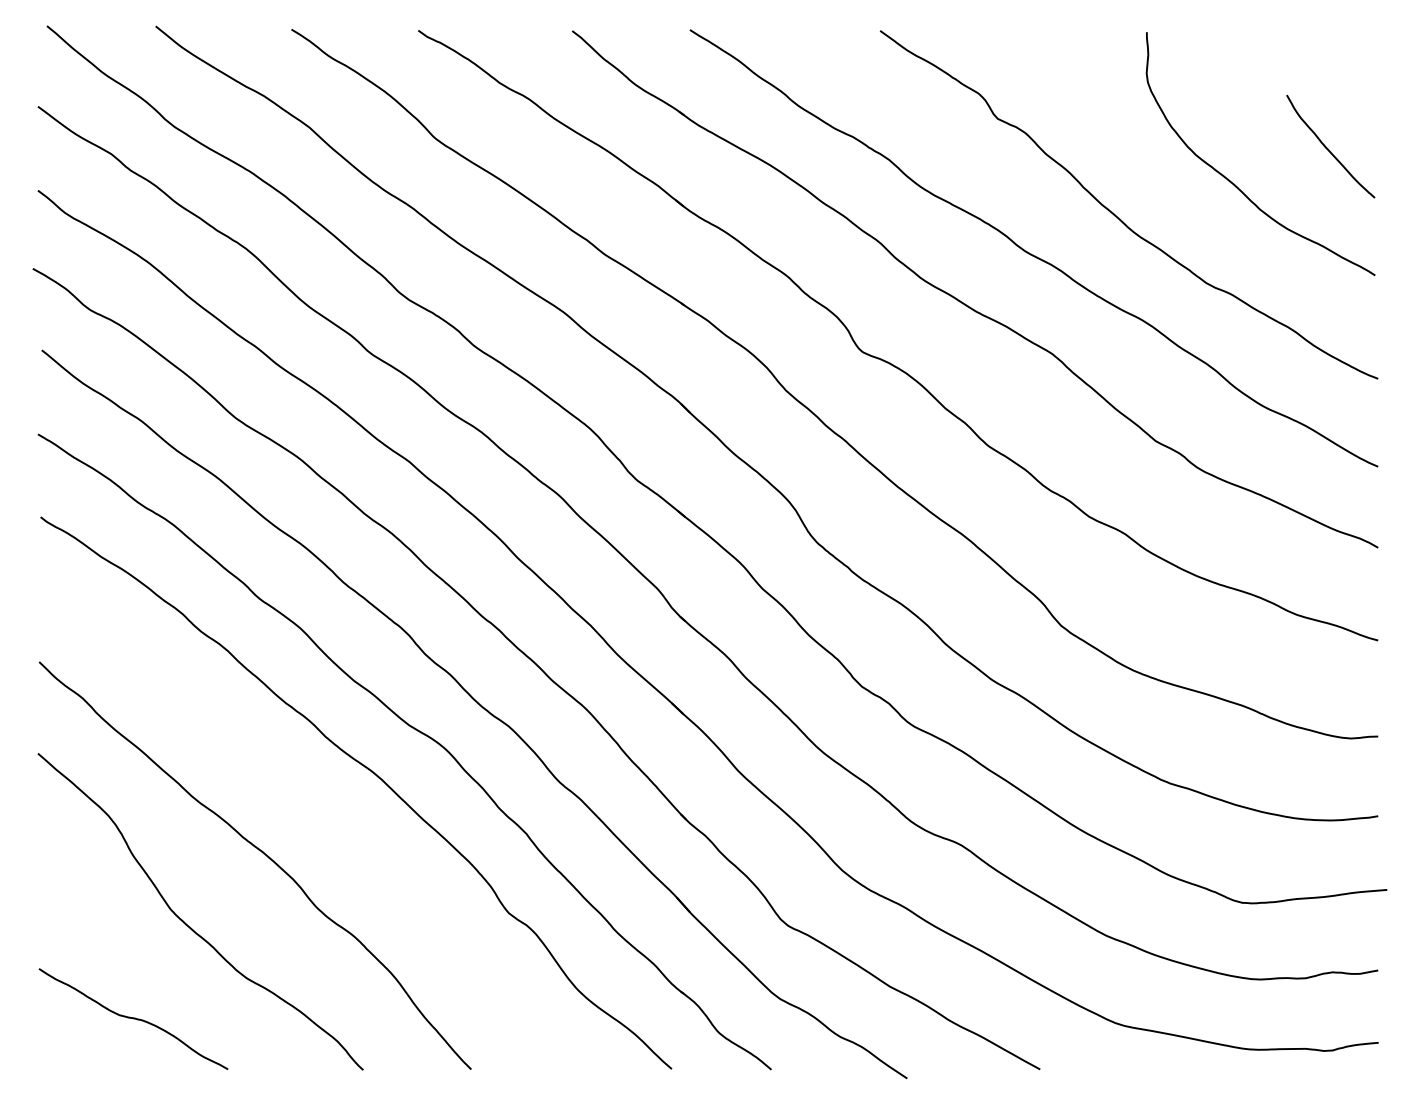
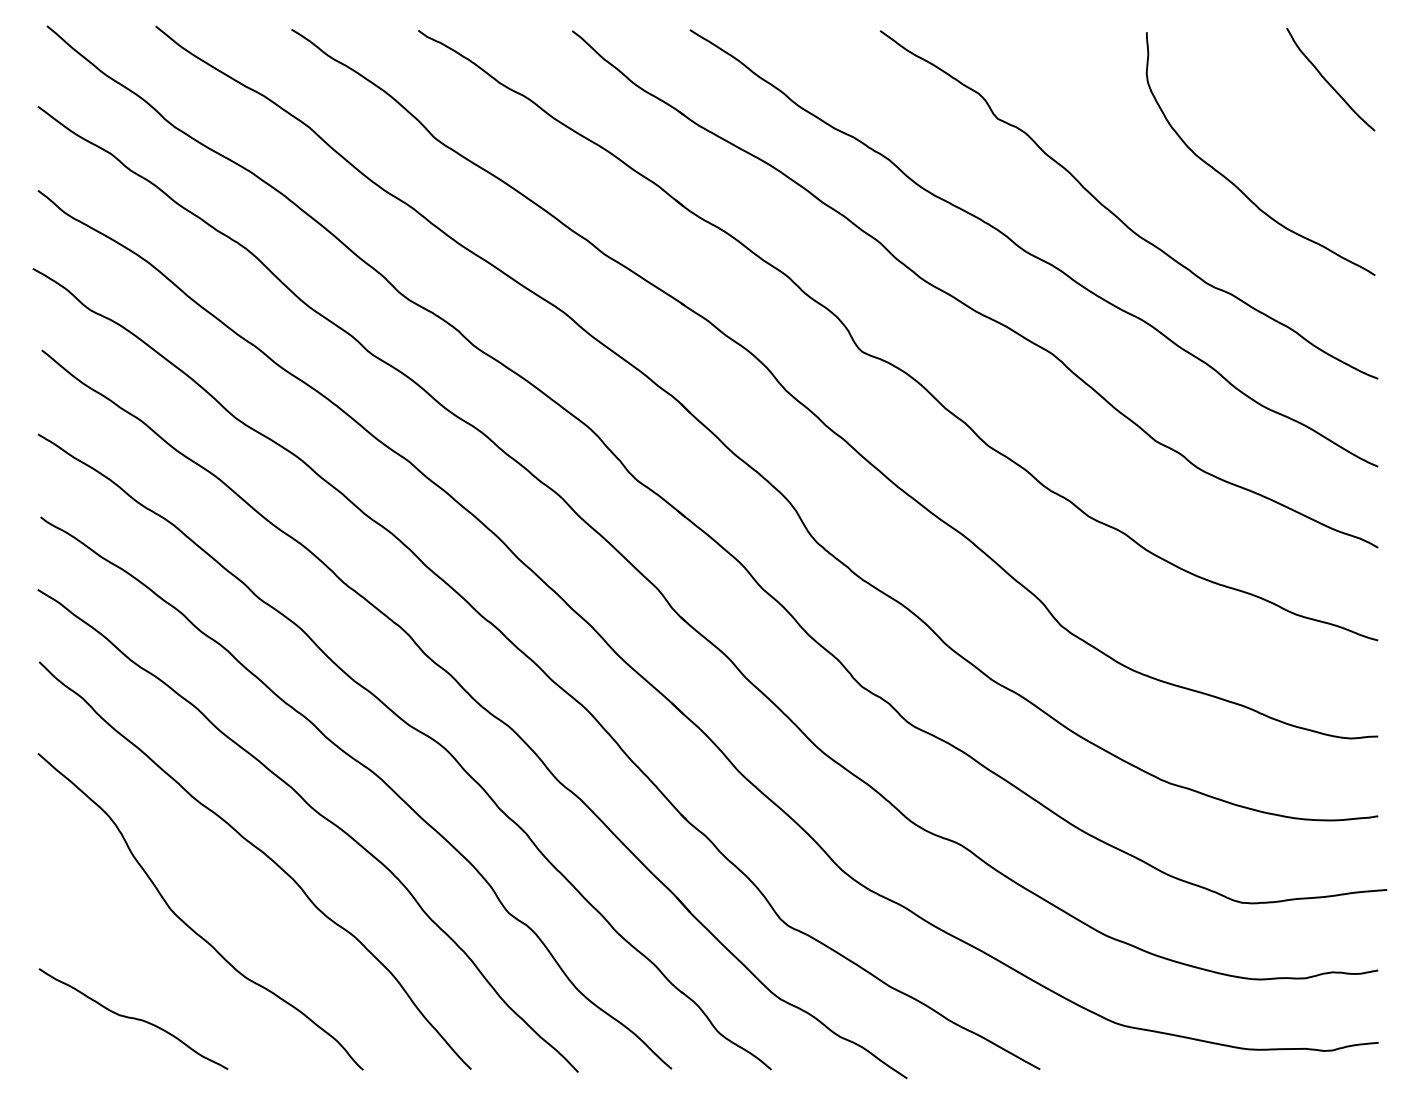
curve at (1328, 148) position: (1328, 148) -> (1328, 81)
curve at (319, 815): none -> present
